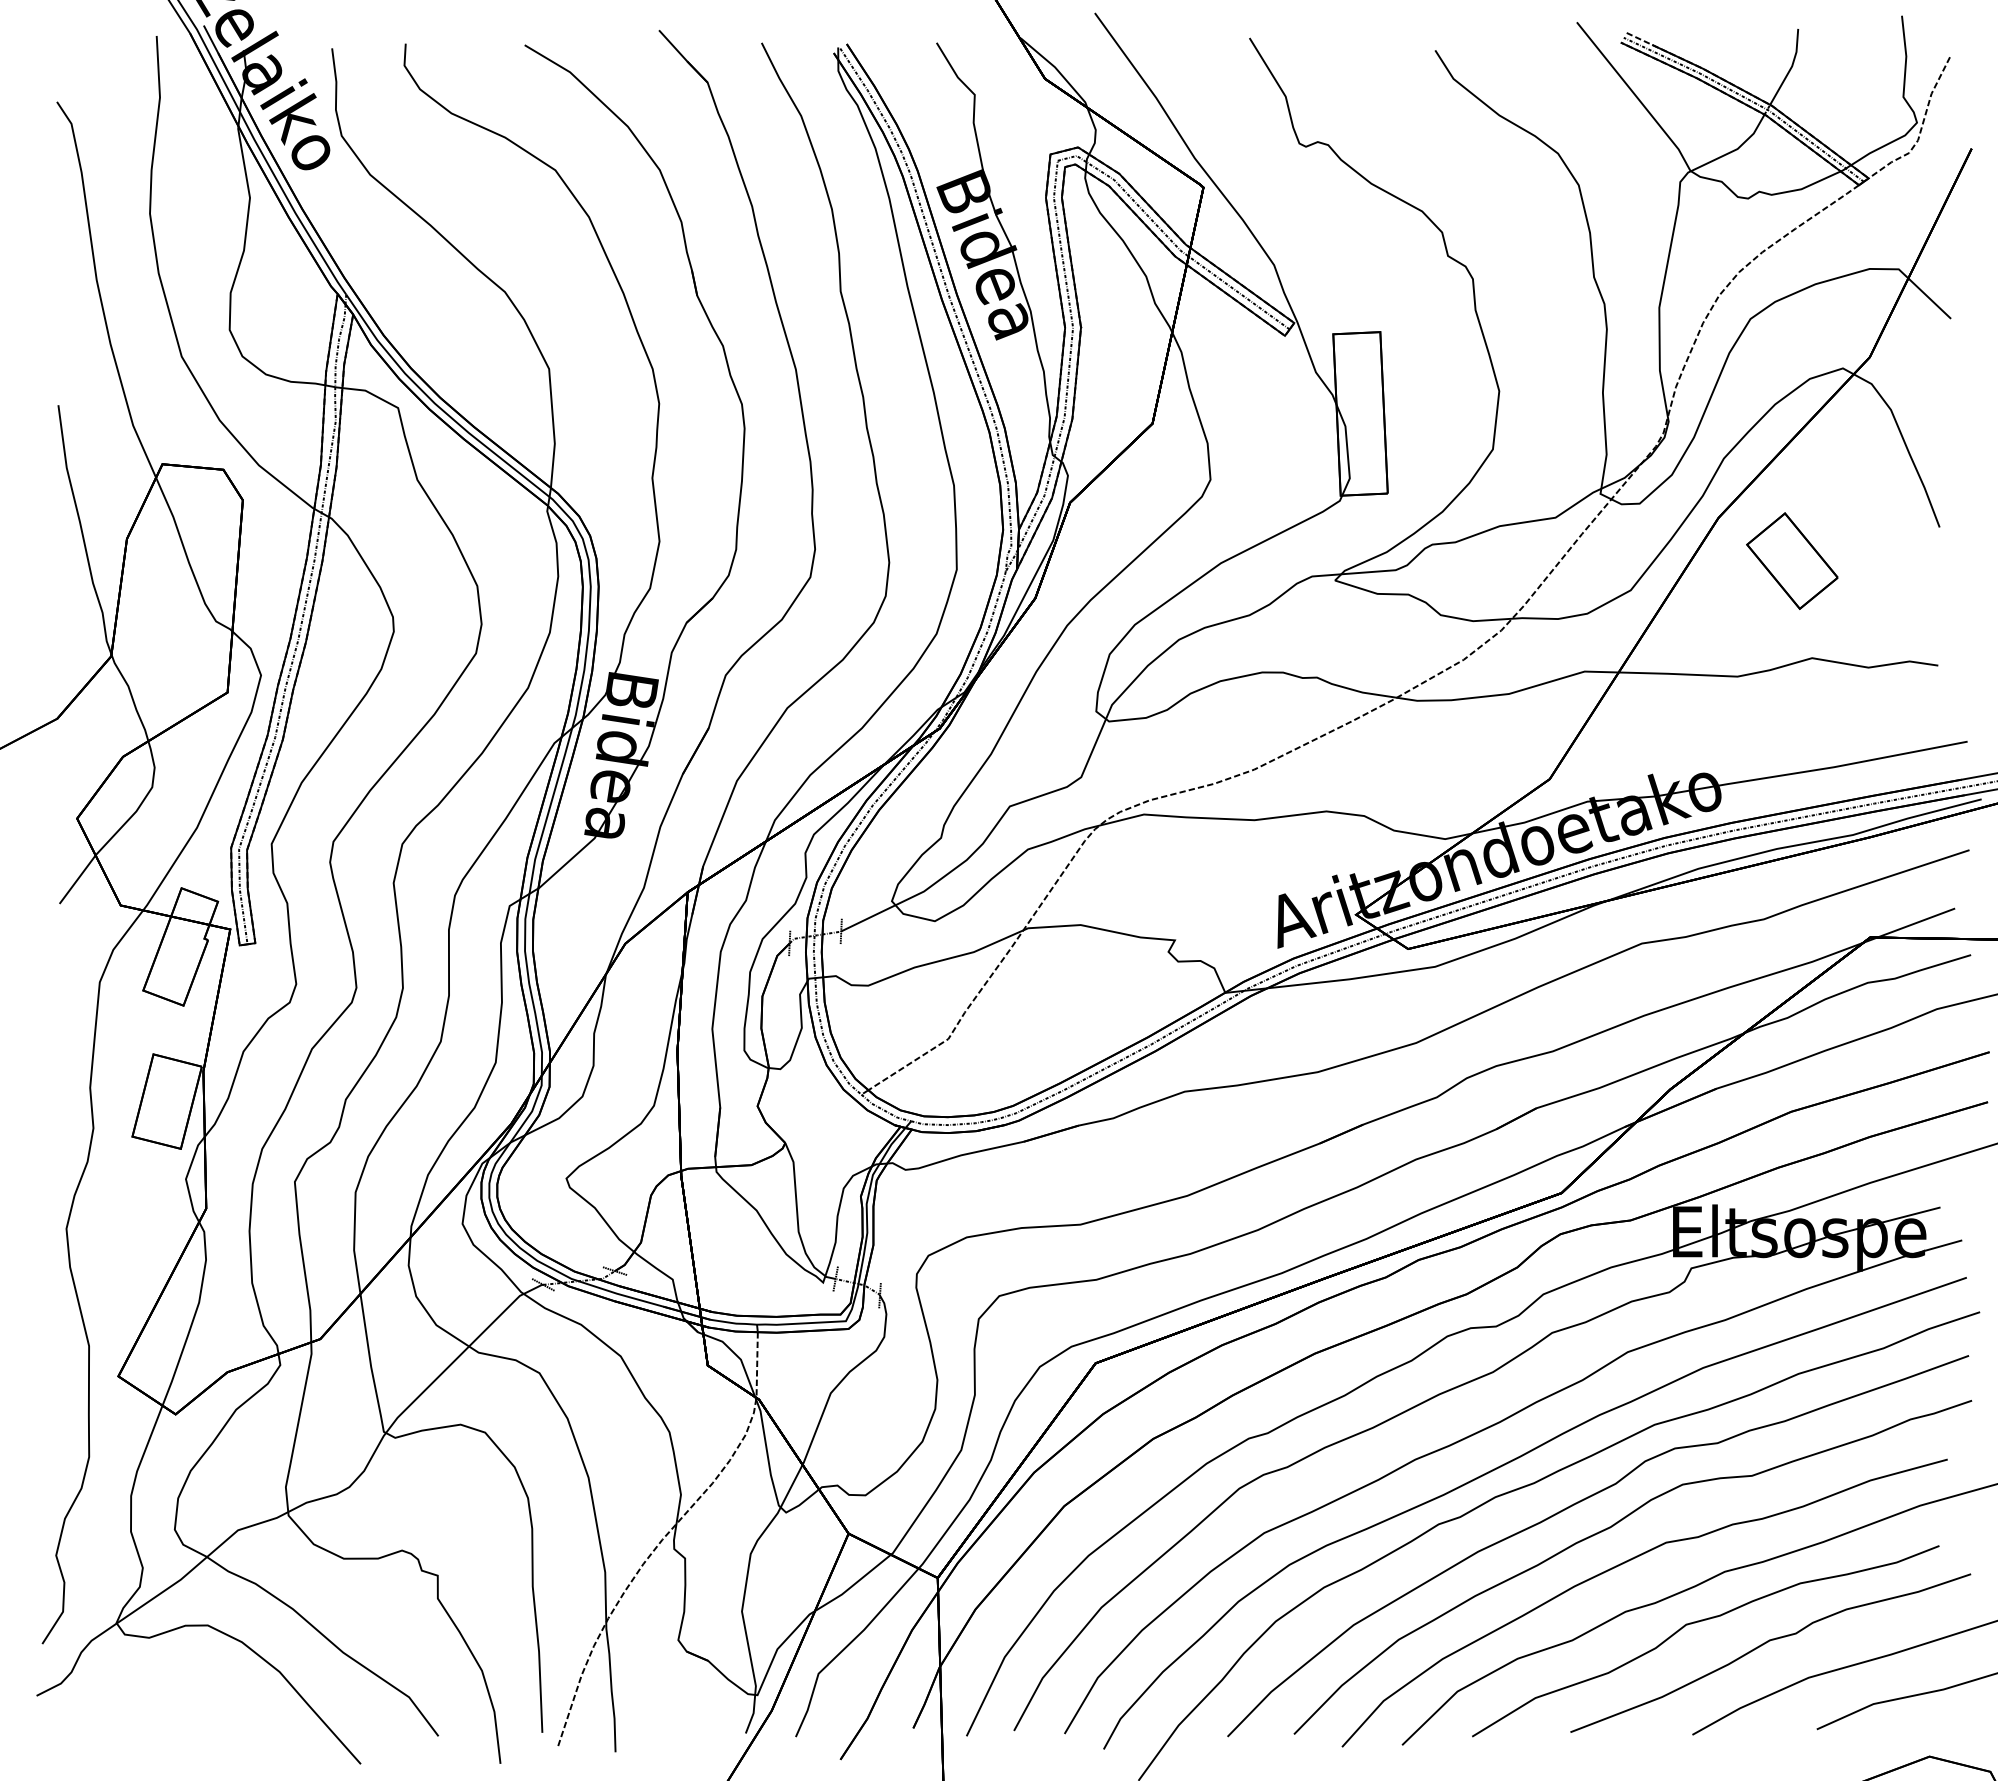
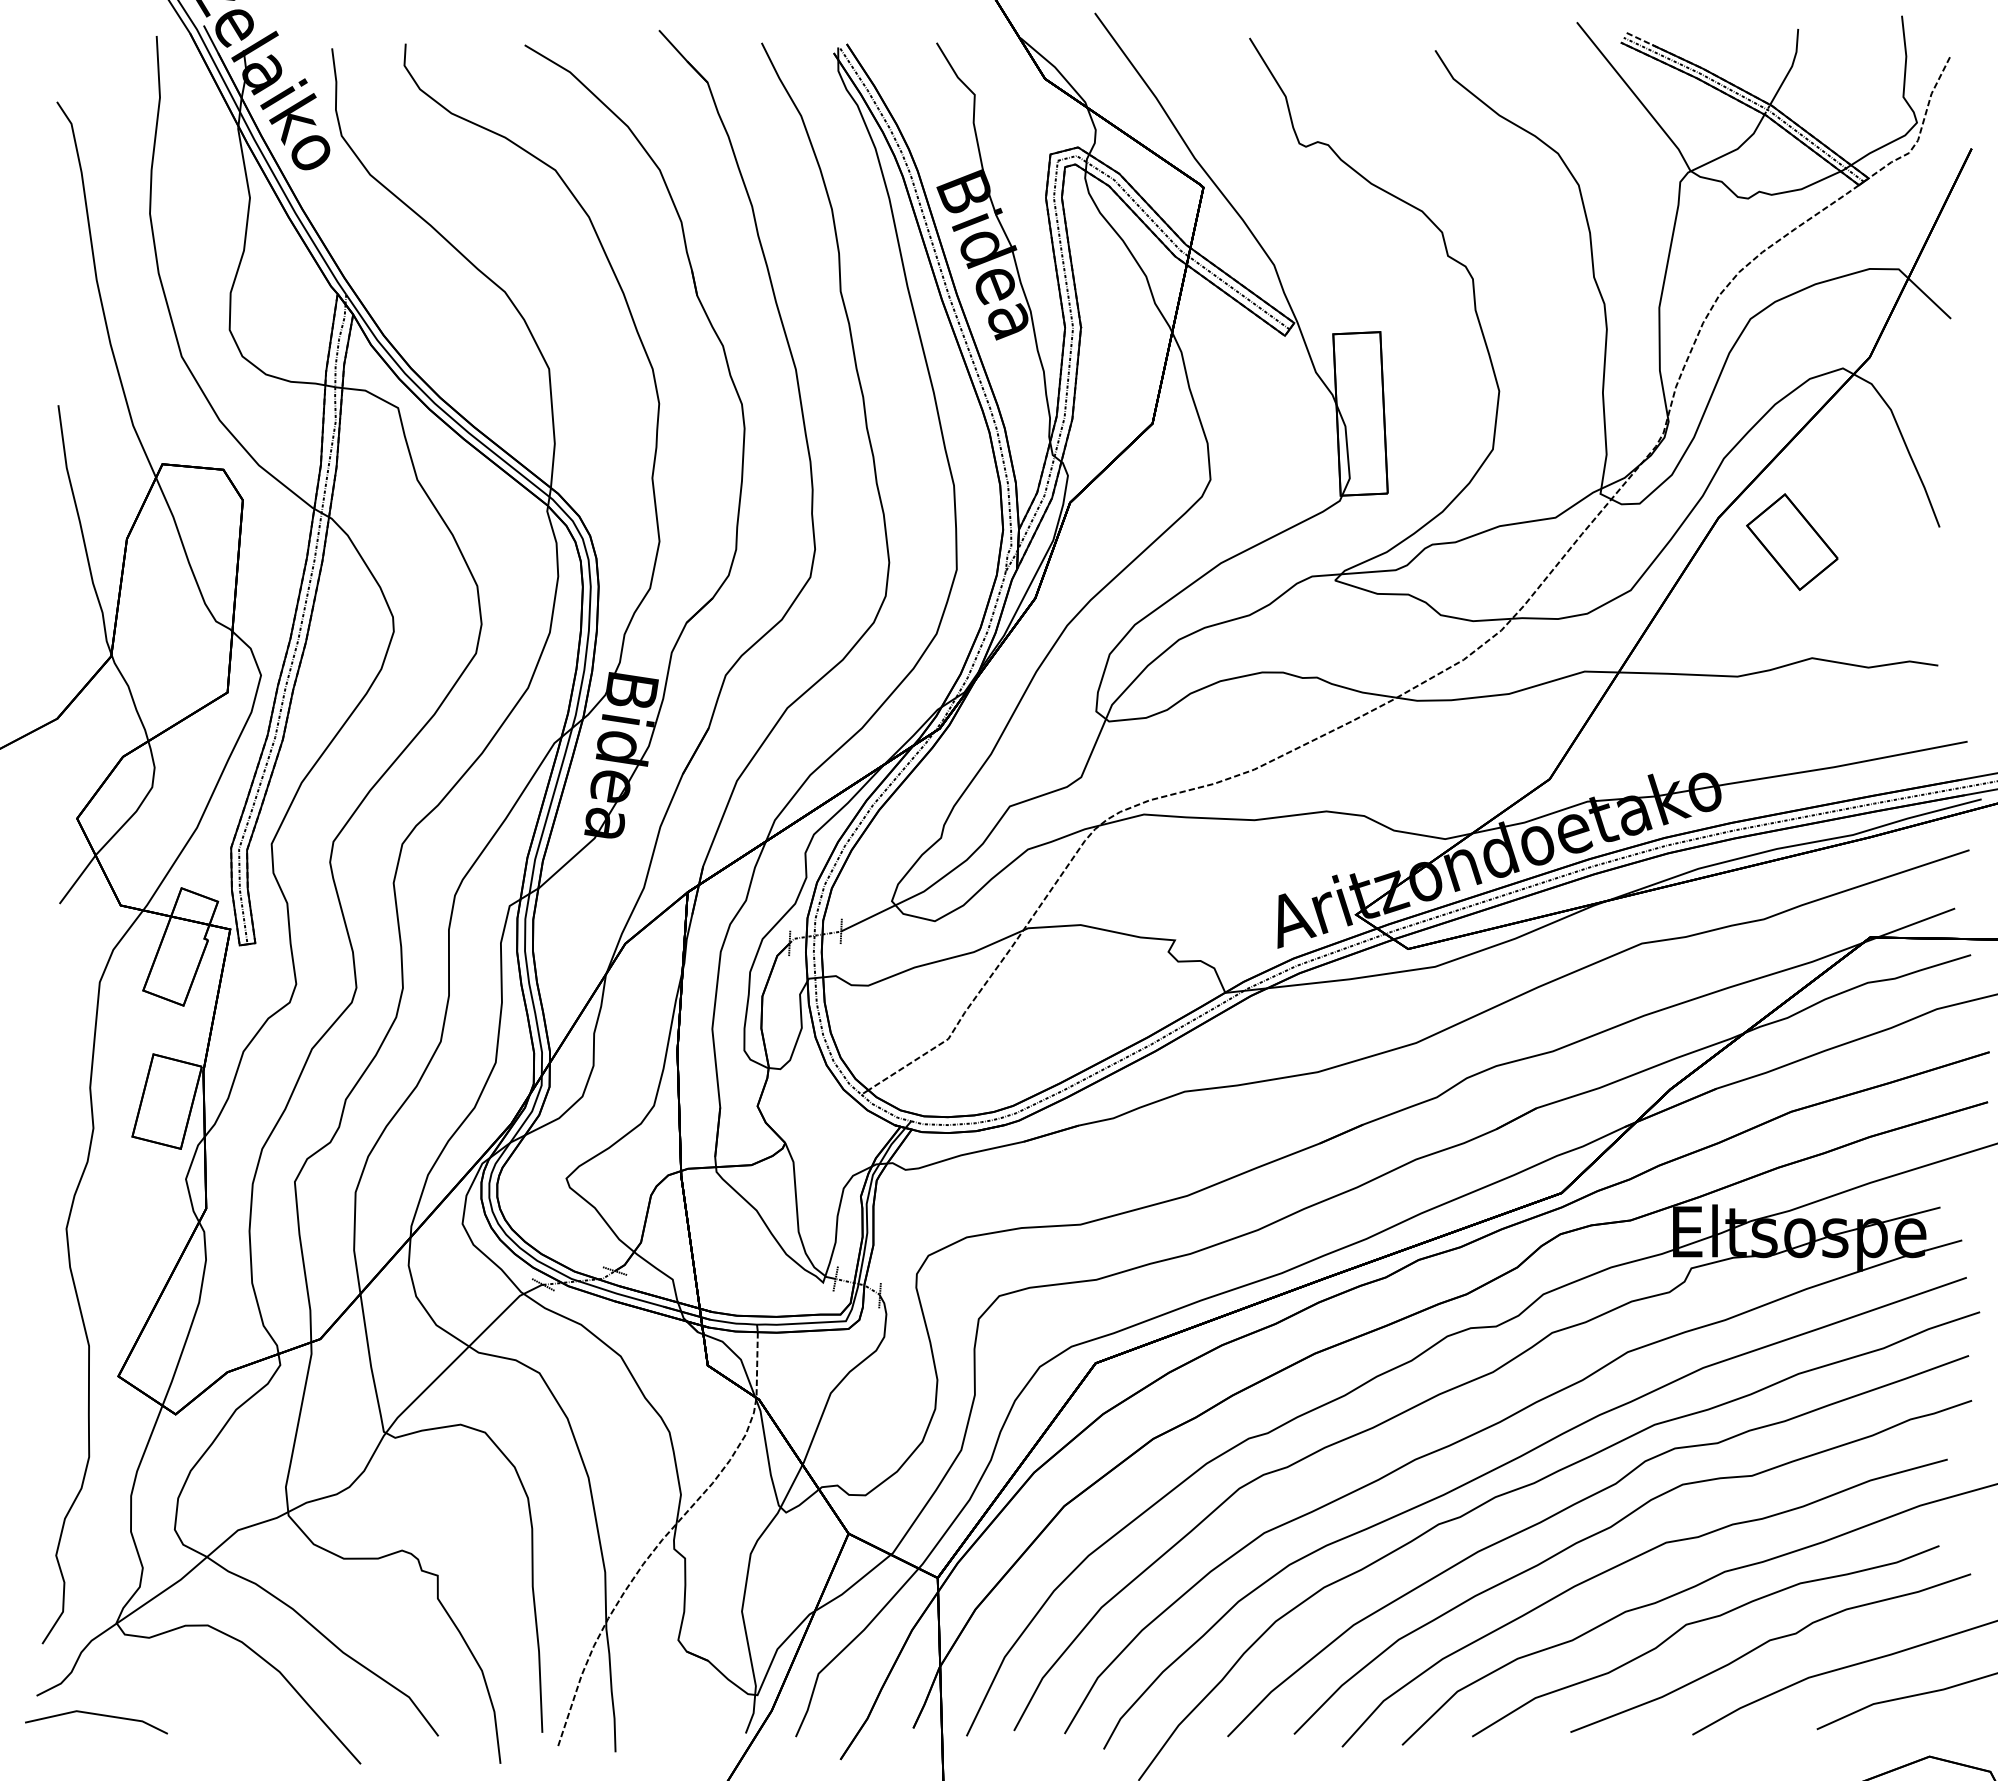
part at (1792, 560) position: (1792, 560) -> (1792, 541)
line at (96, 1715): none -> present
